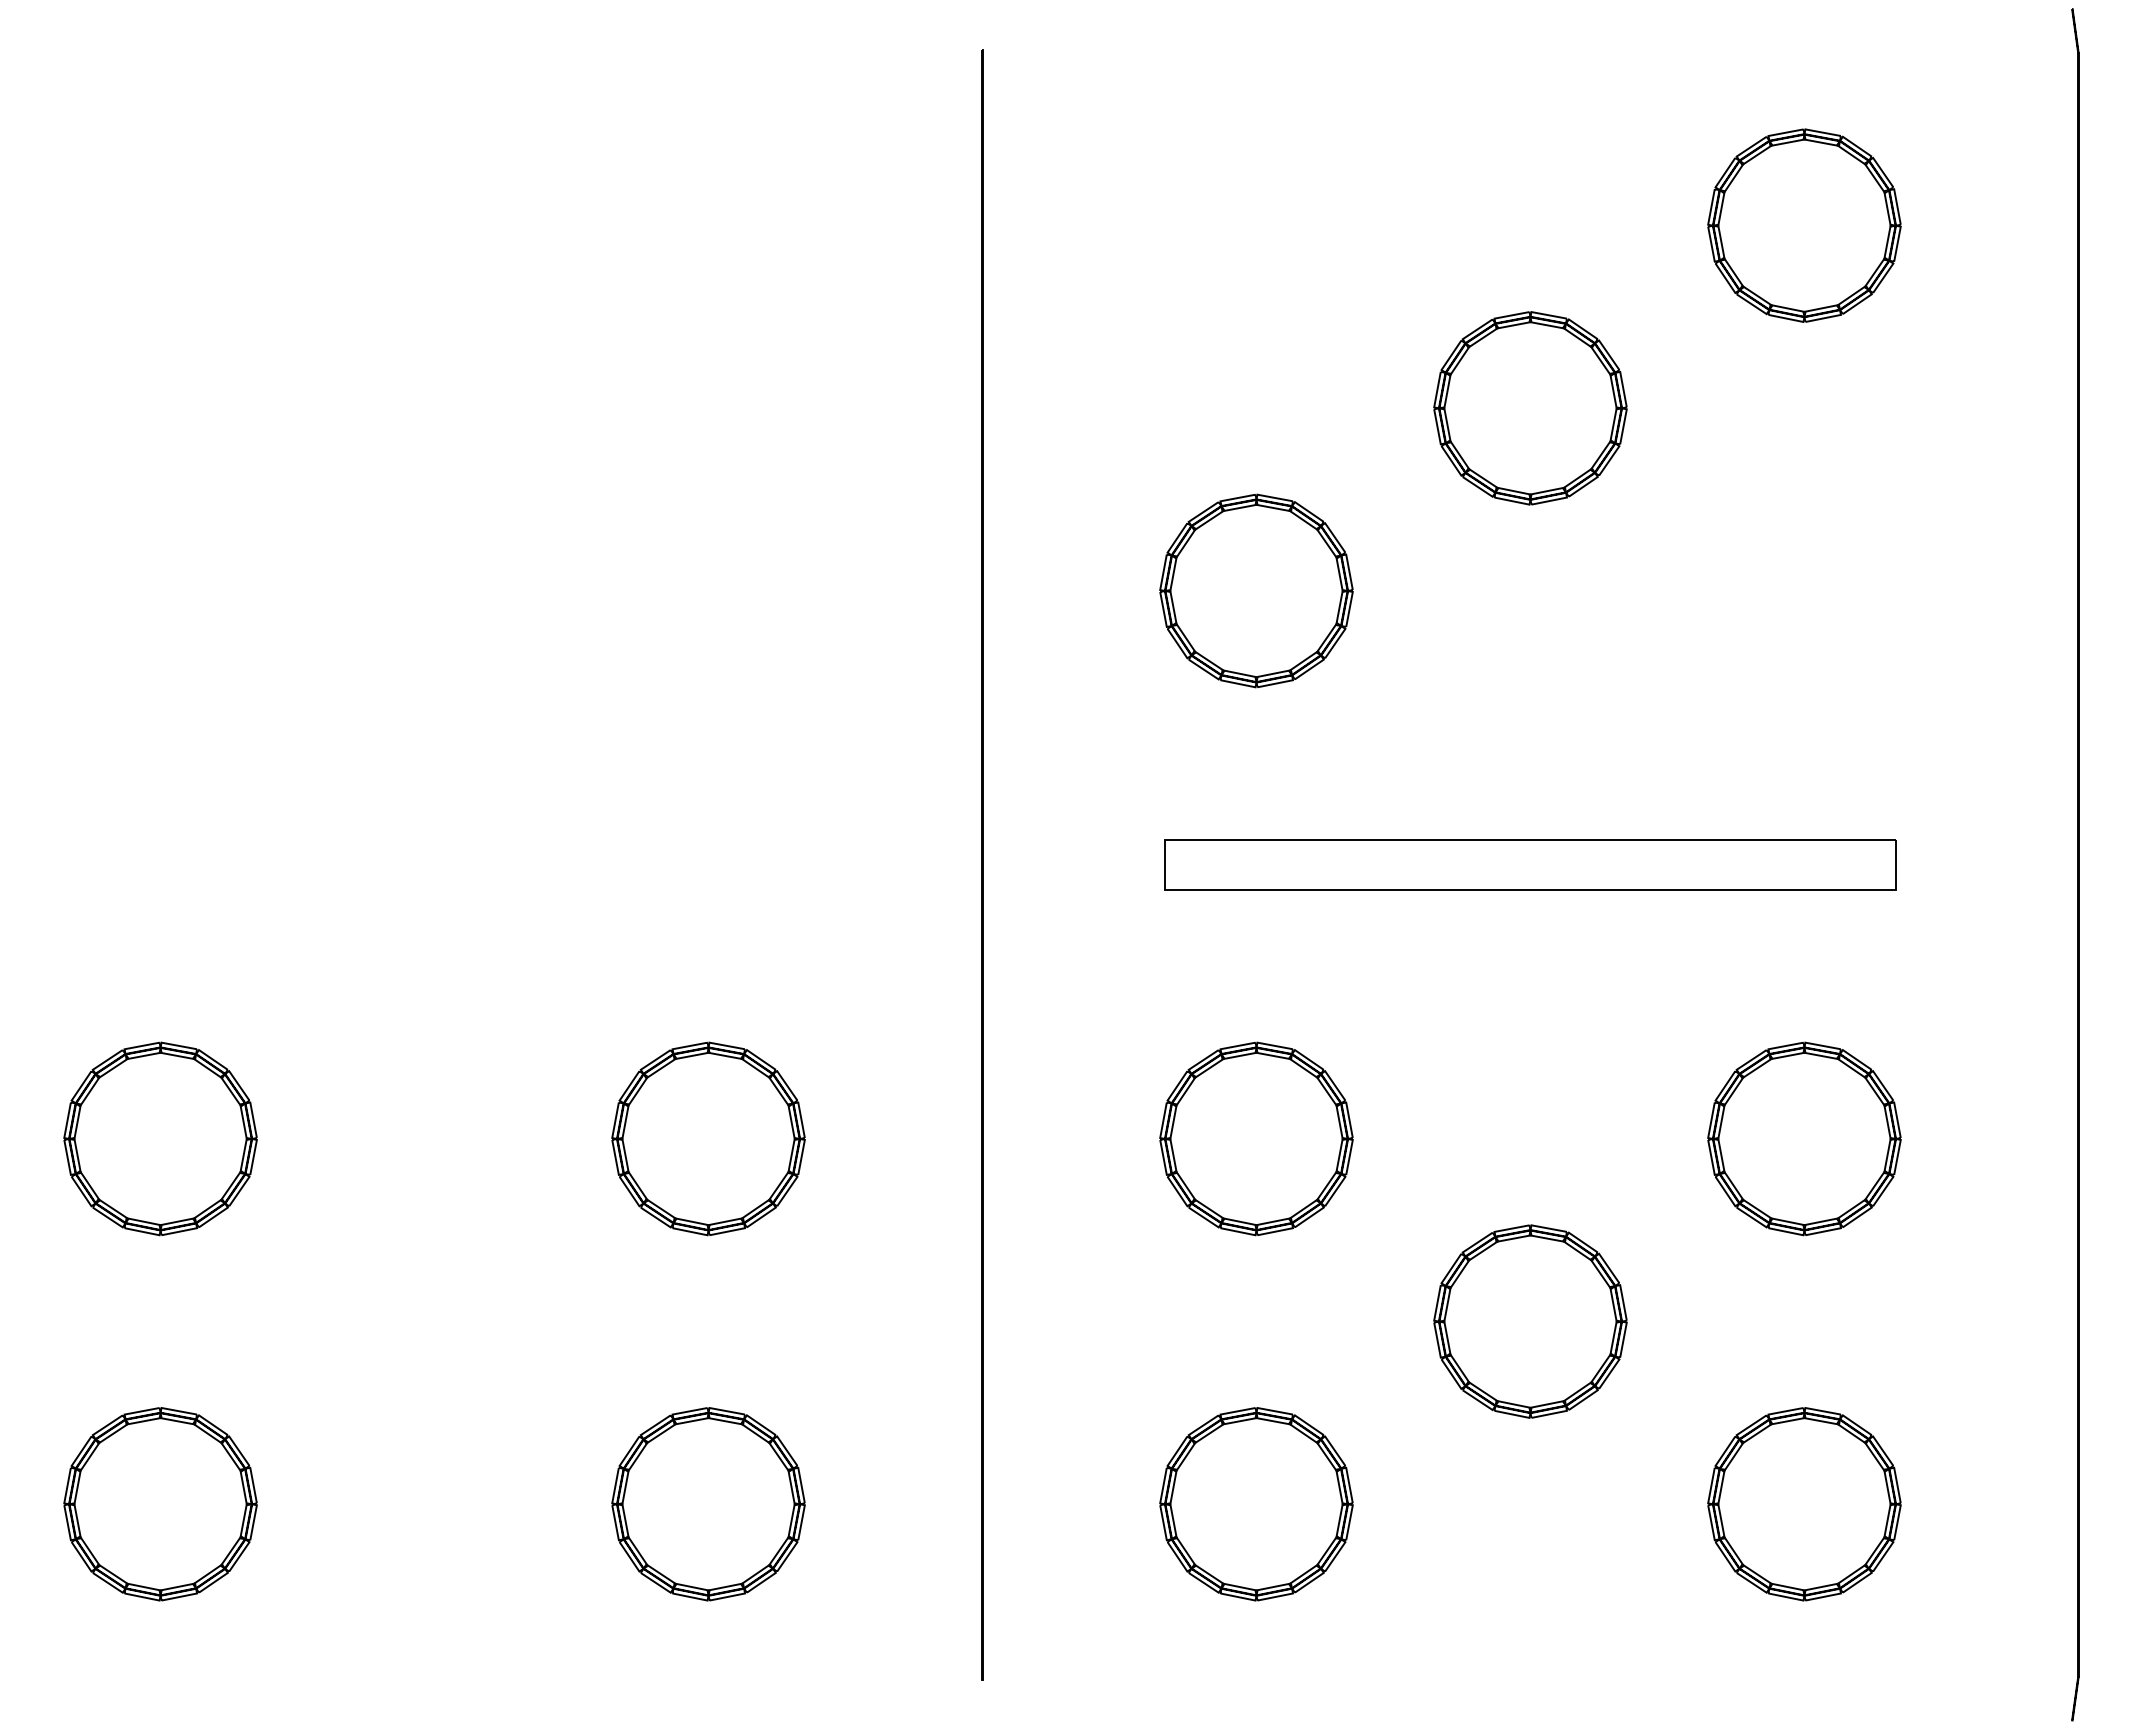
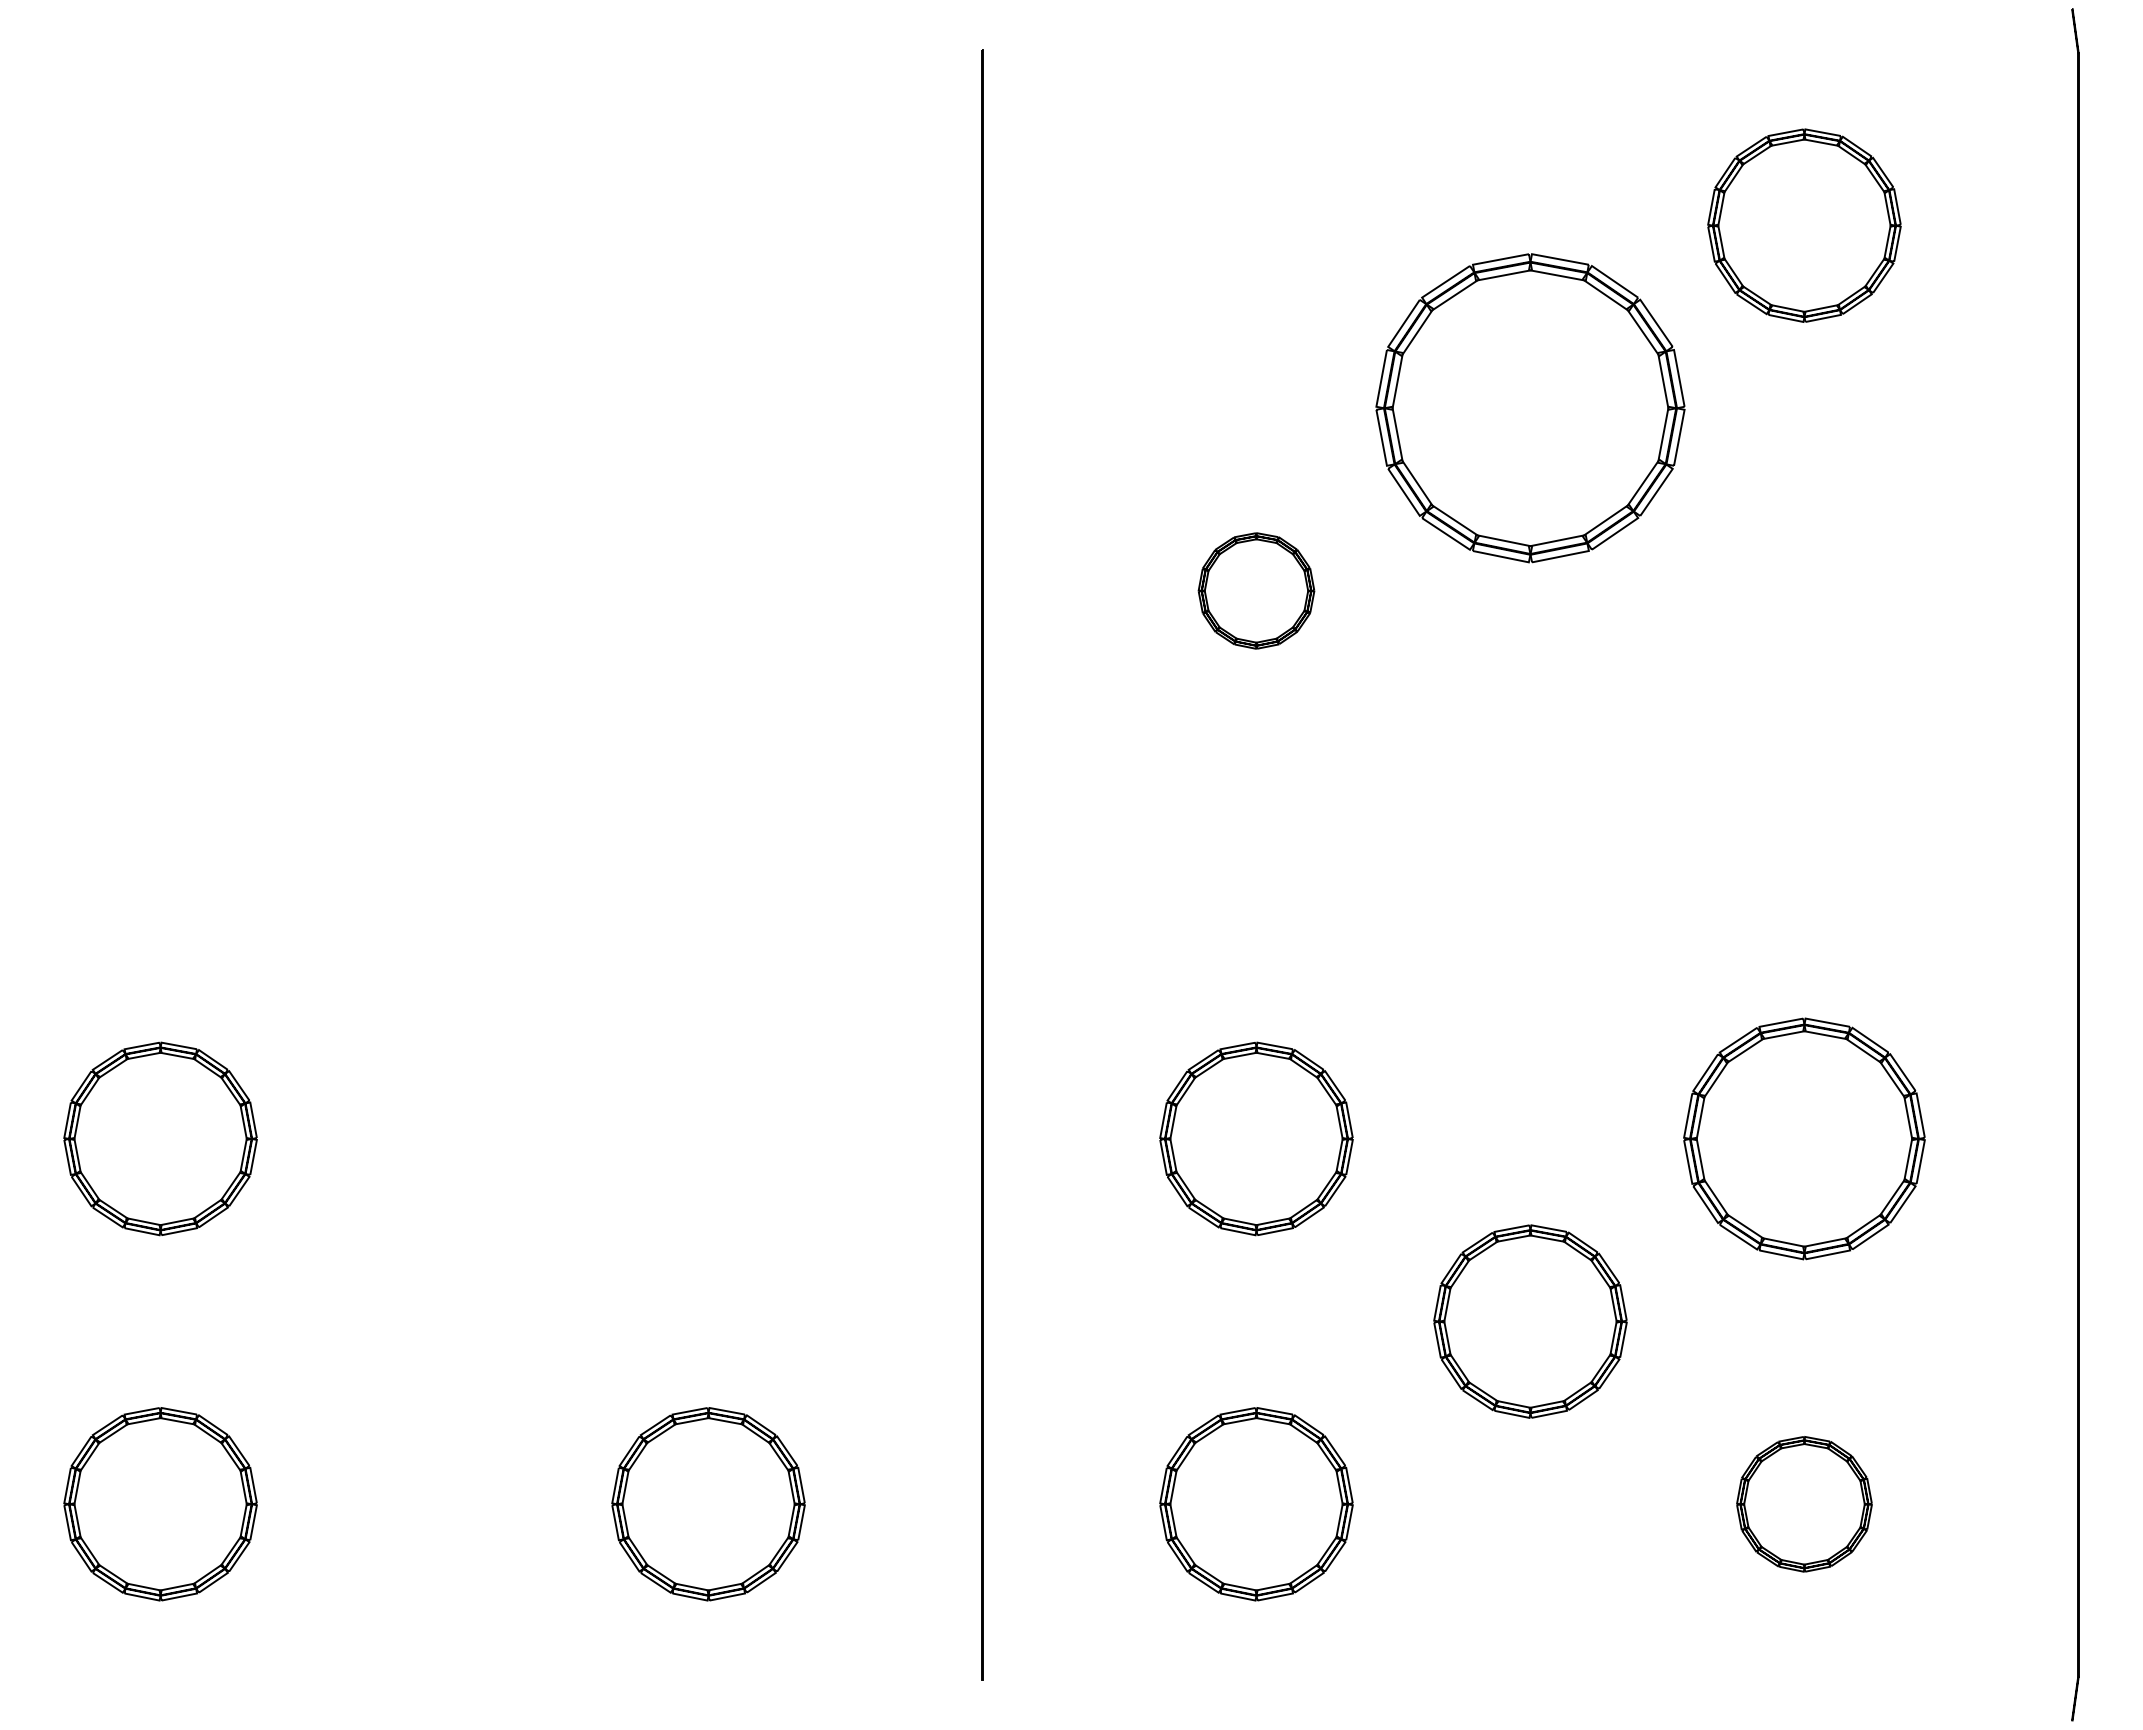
part at (1530, 408) size: 195x195 px -> 311x311 px
part at (1256, 590) size: 195x196 px -> 119x118 px
part at (1530, 864): present -> none
part at (708, 1138): present -> none
part at (1804, 1138) size: 195x196 px -> 243x244 px
part at (1804, 1504) size: 195x195 px -> 137x137 px
